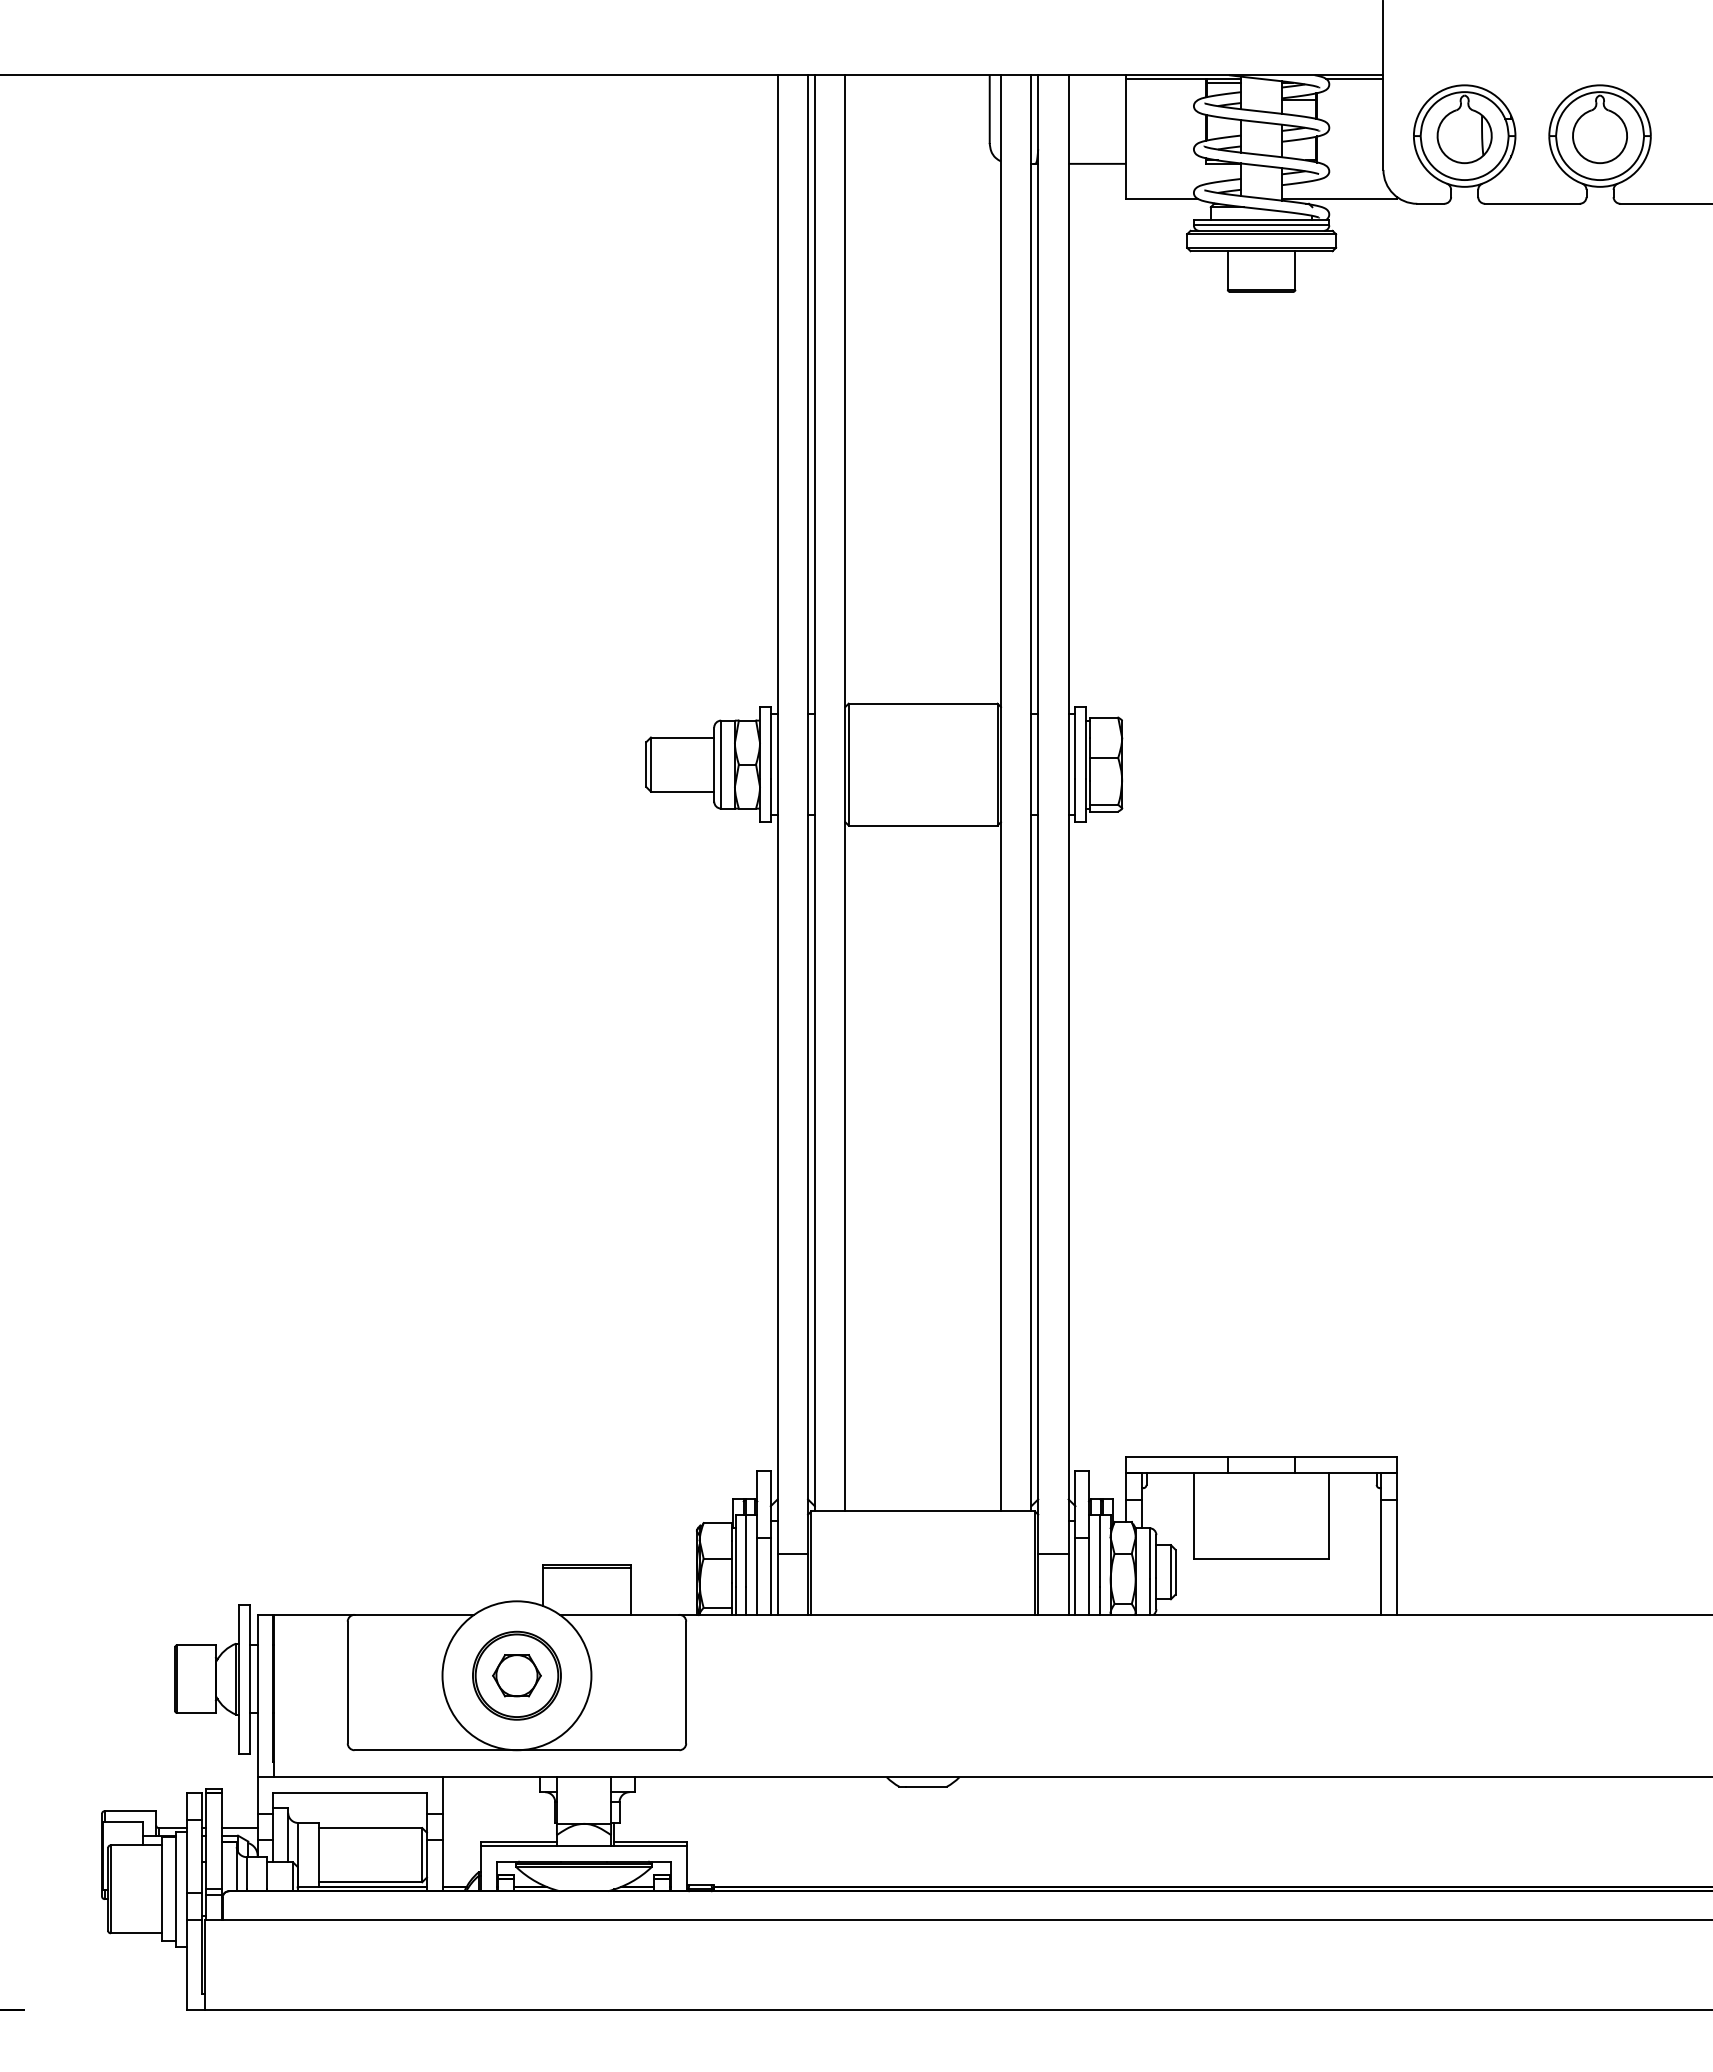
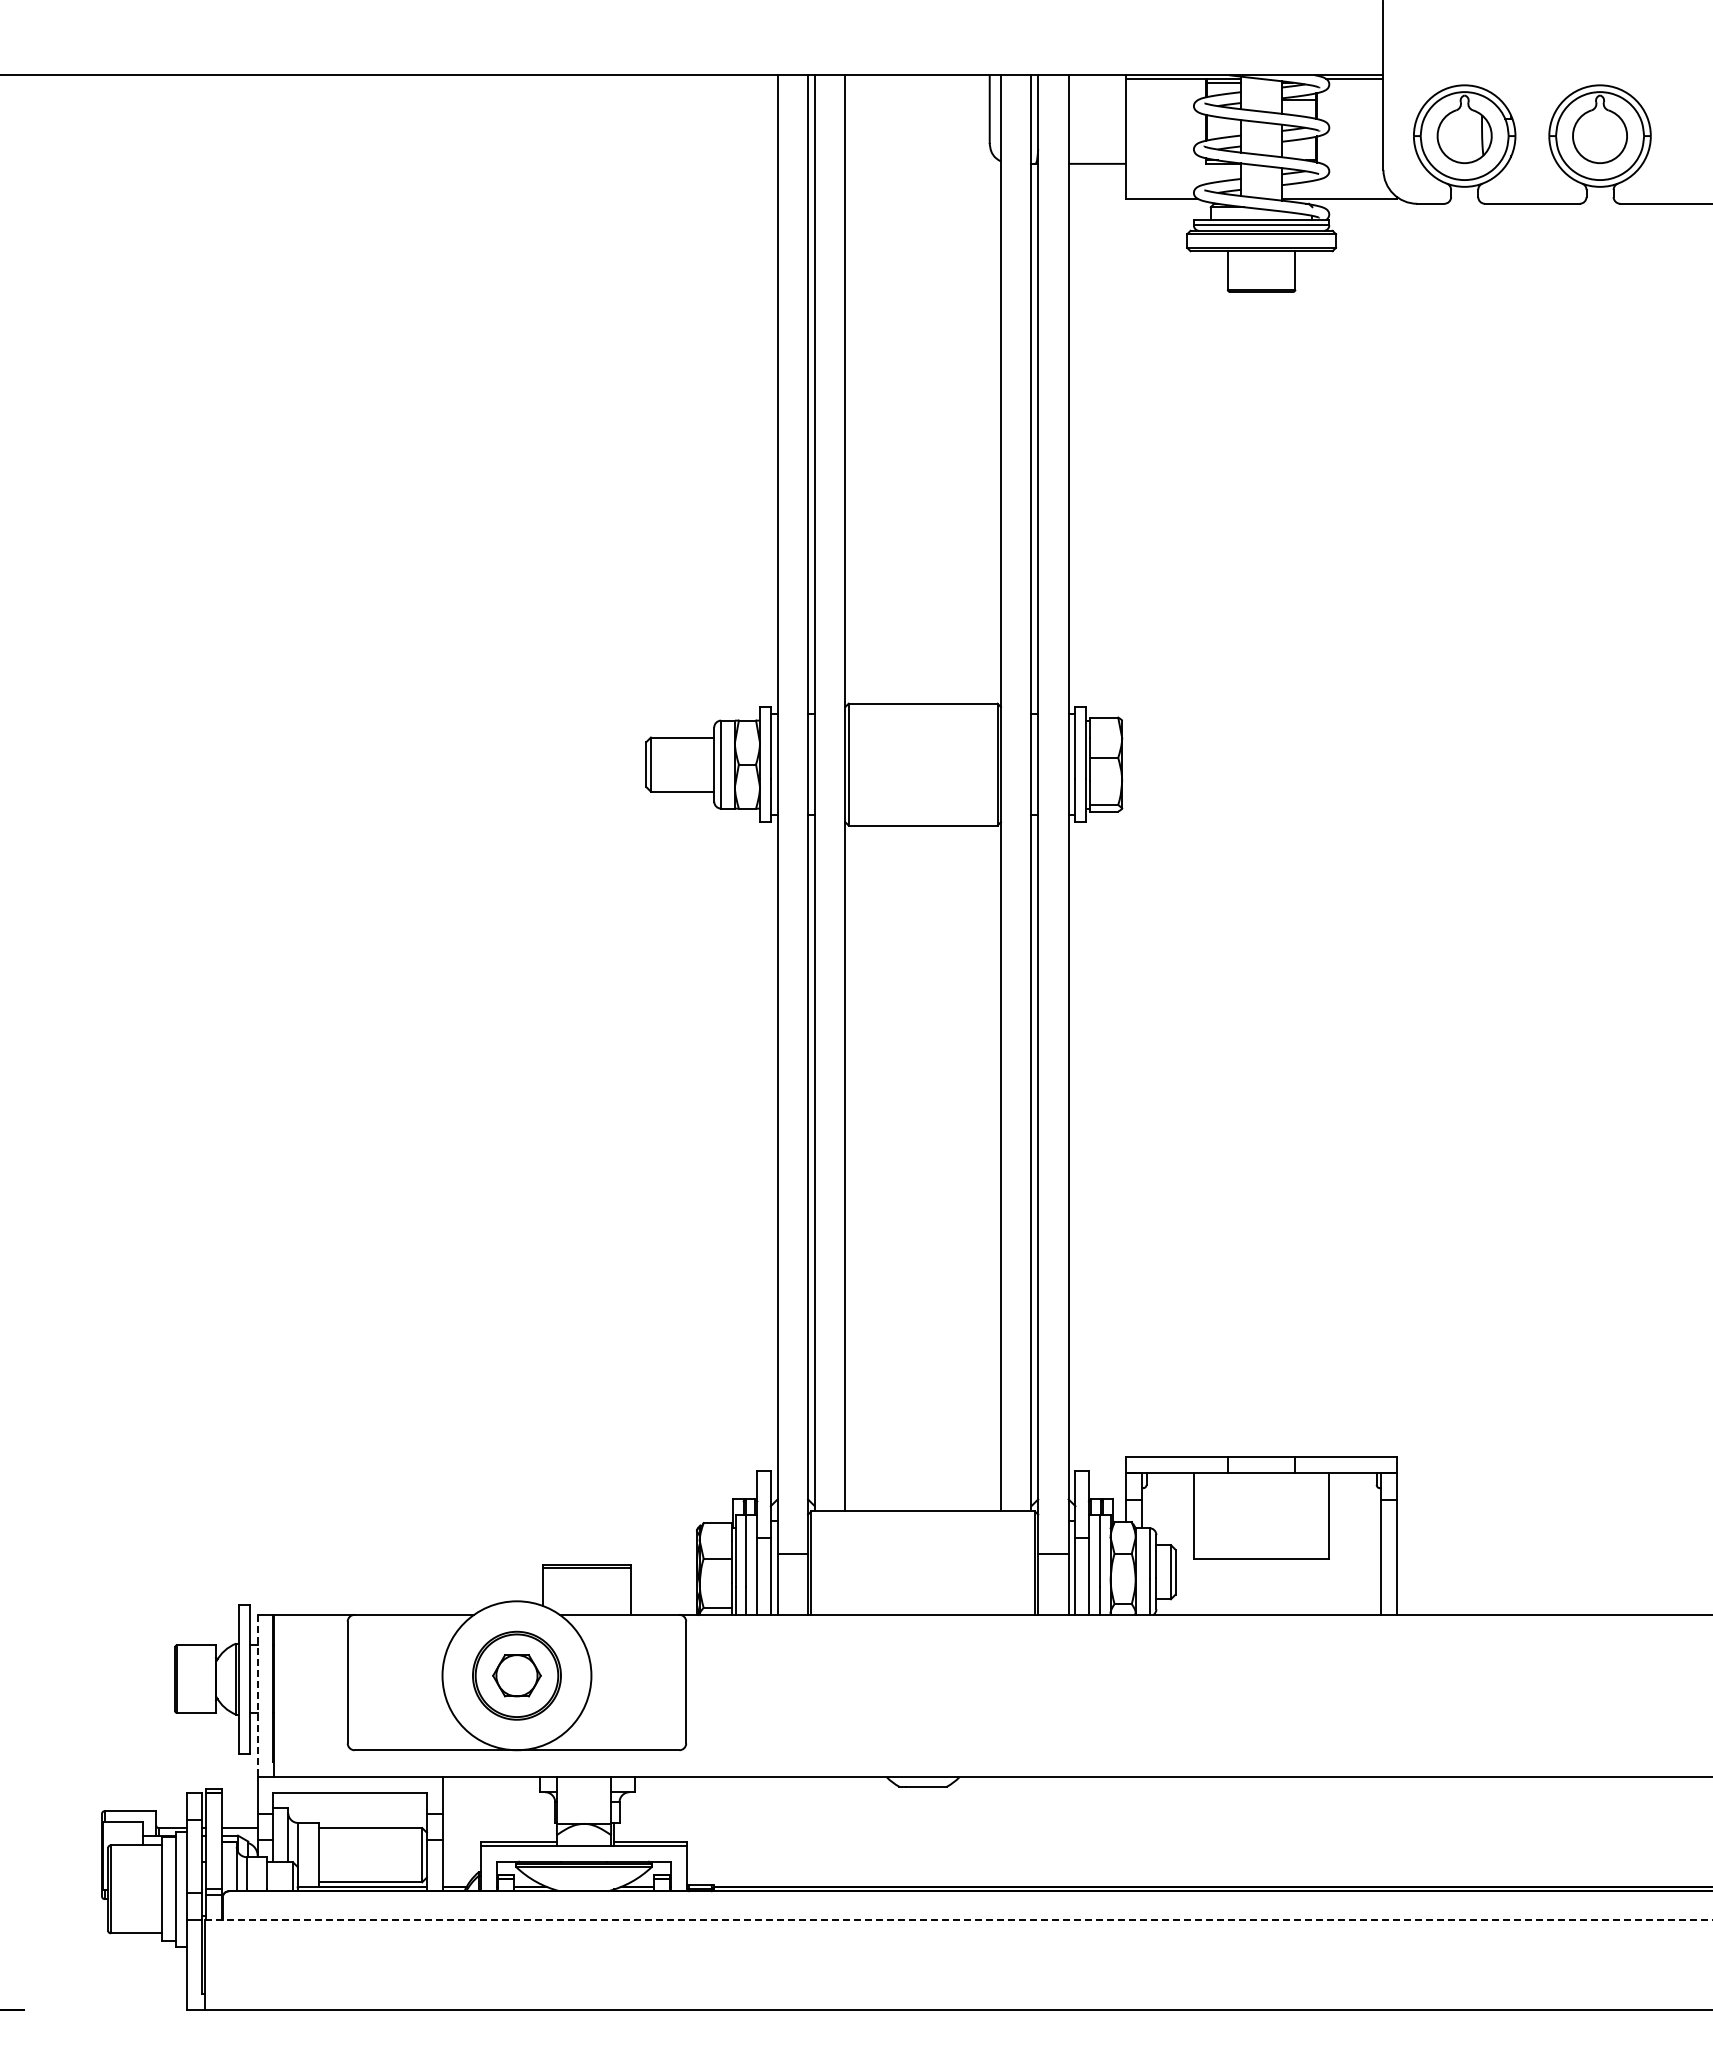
line at (257, 1696): solid -> dashed
line at (958, 1919): solid -> dashed
